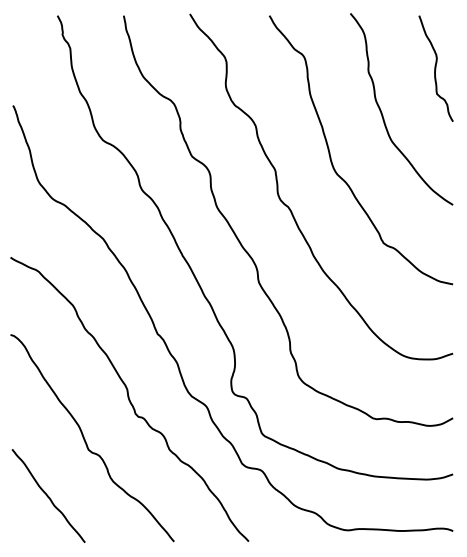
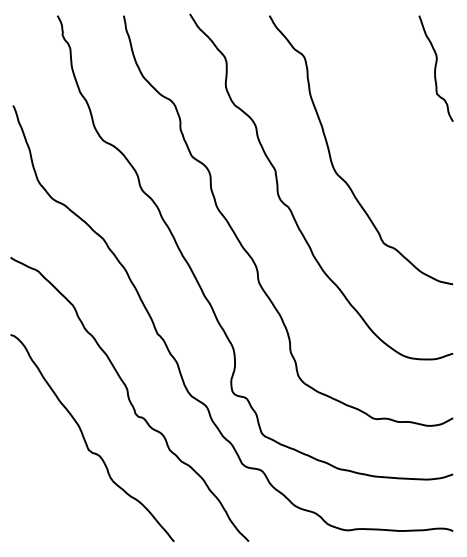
curve at (383, 115): present -> none
curve at (48, 495): present -> none
